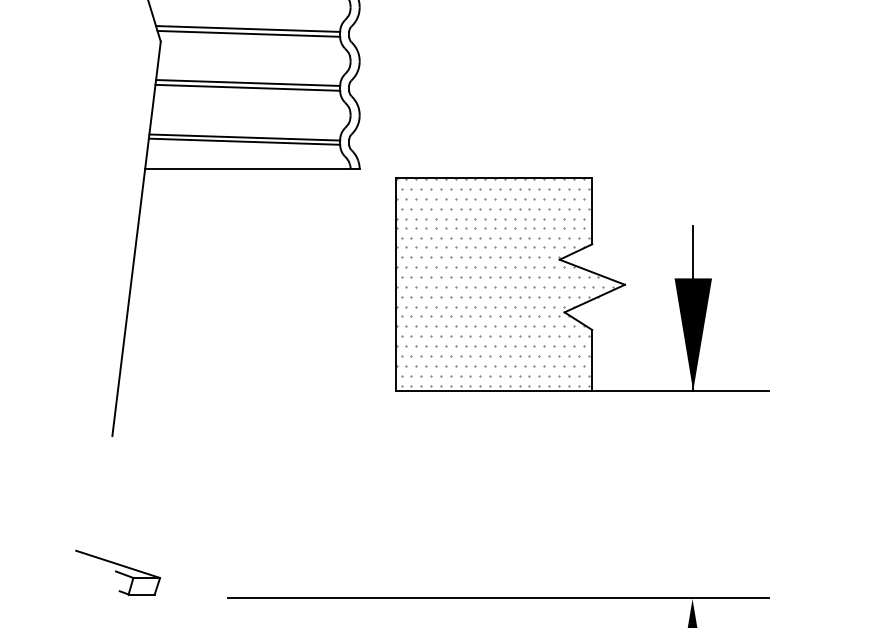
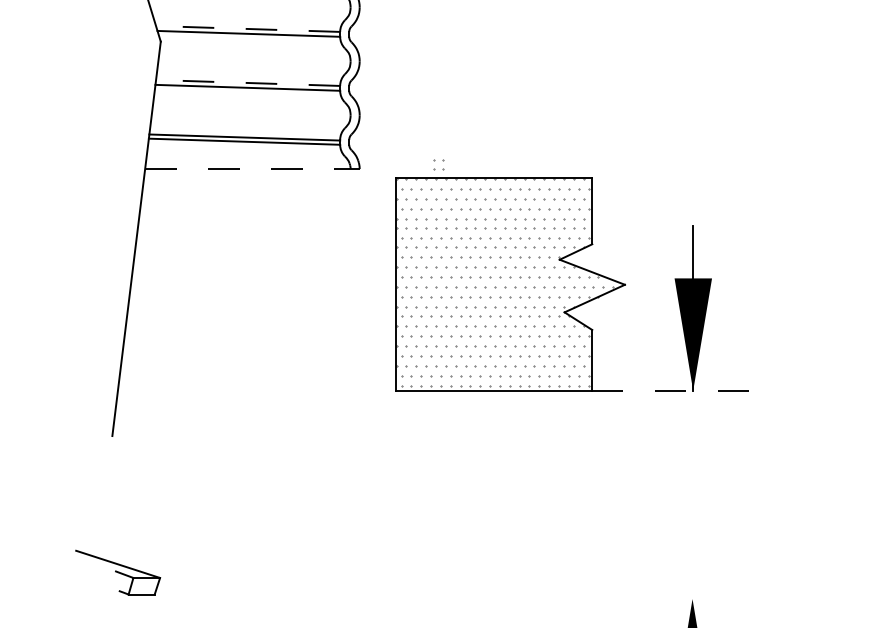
line at (247, 28): solid -> dashed
line at (247, 82): solid -> dashed
part at (438, 164): none -> present
line at (252, 169): solid -> dashed
line at (680, 390): solid -> dashed
line at (498, 598): present -> none
